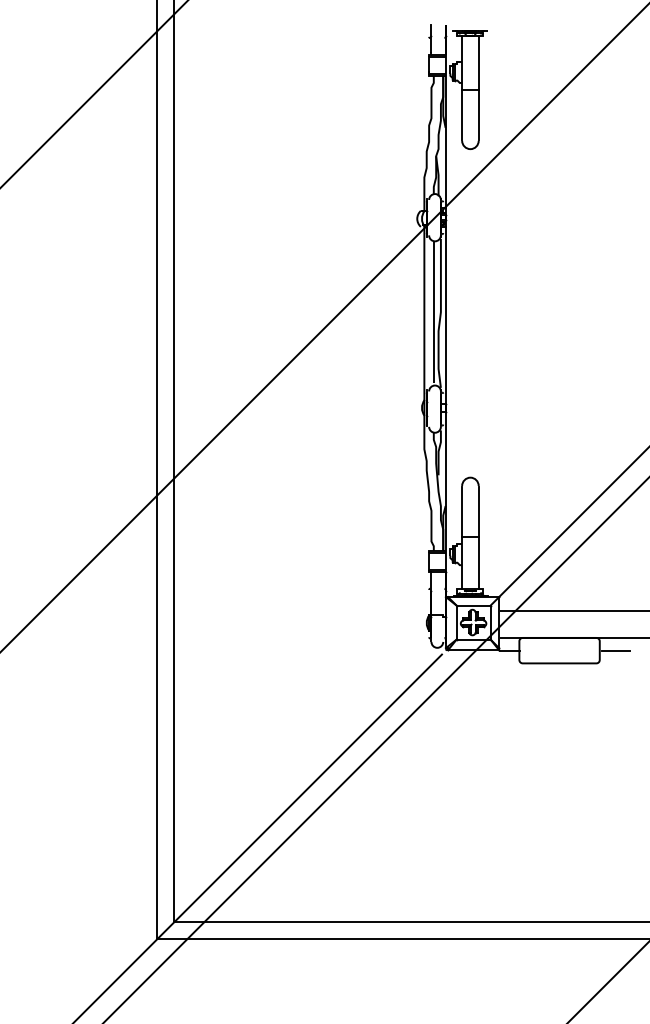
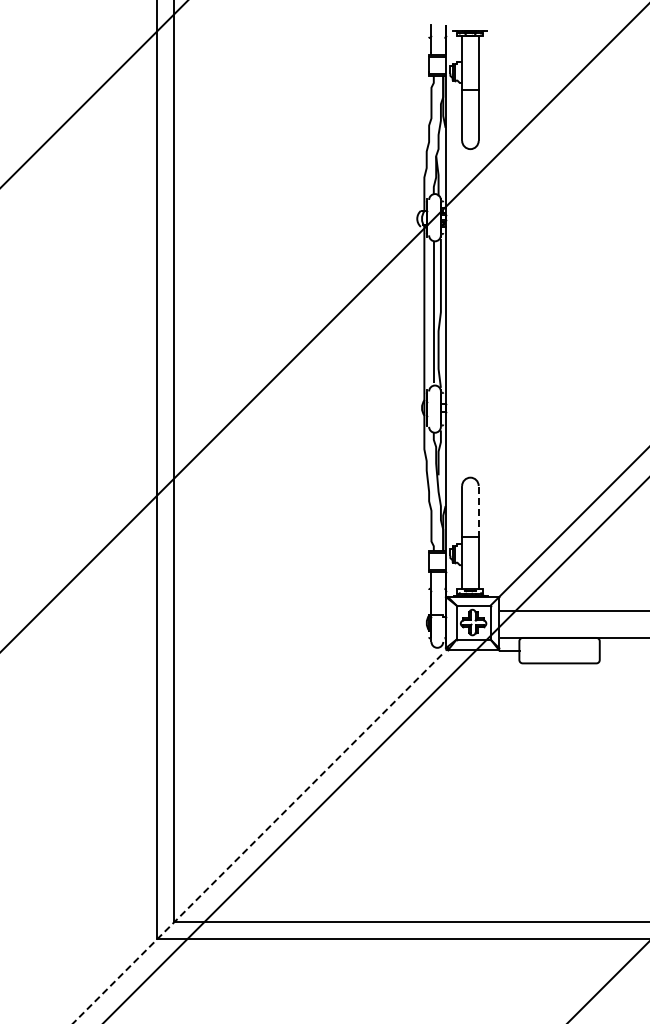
line at (478, 511): solid -> dashed
line at (615, 650): present -> none
line at (257, 839): solid -> dashed
